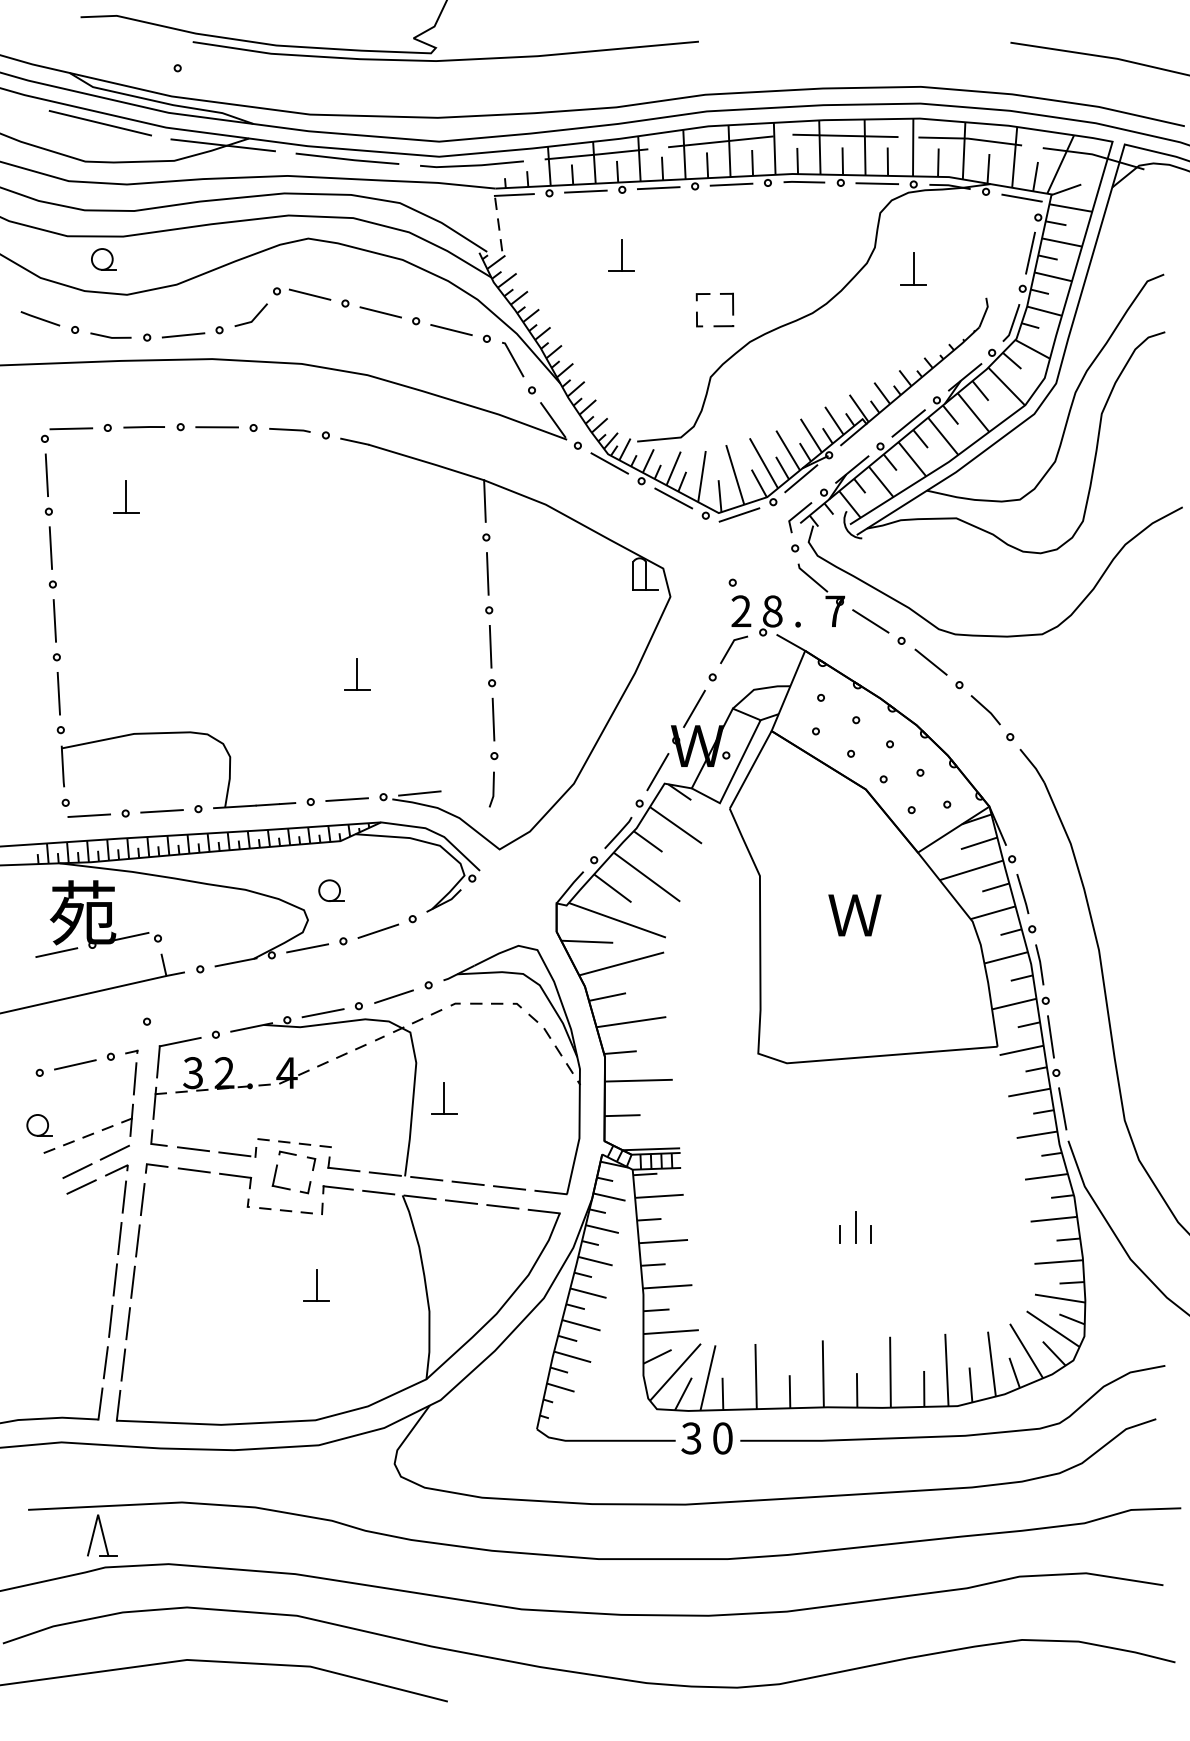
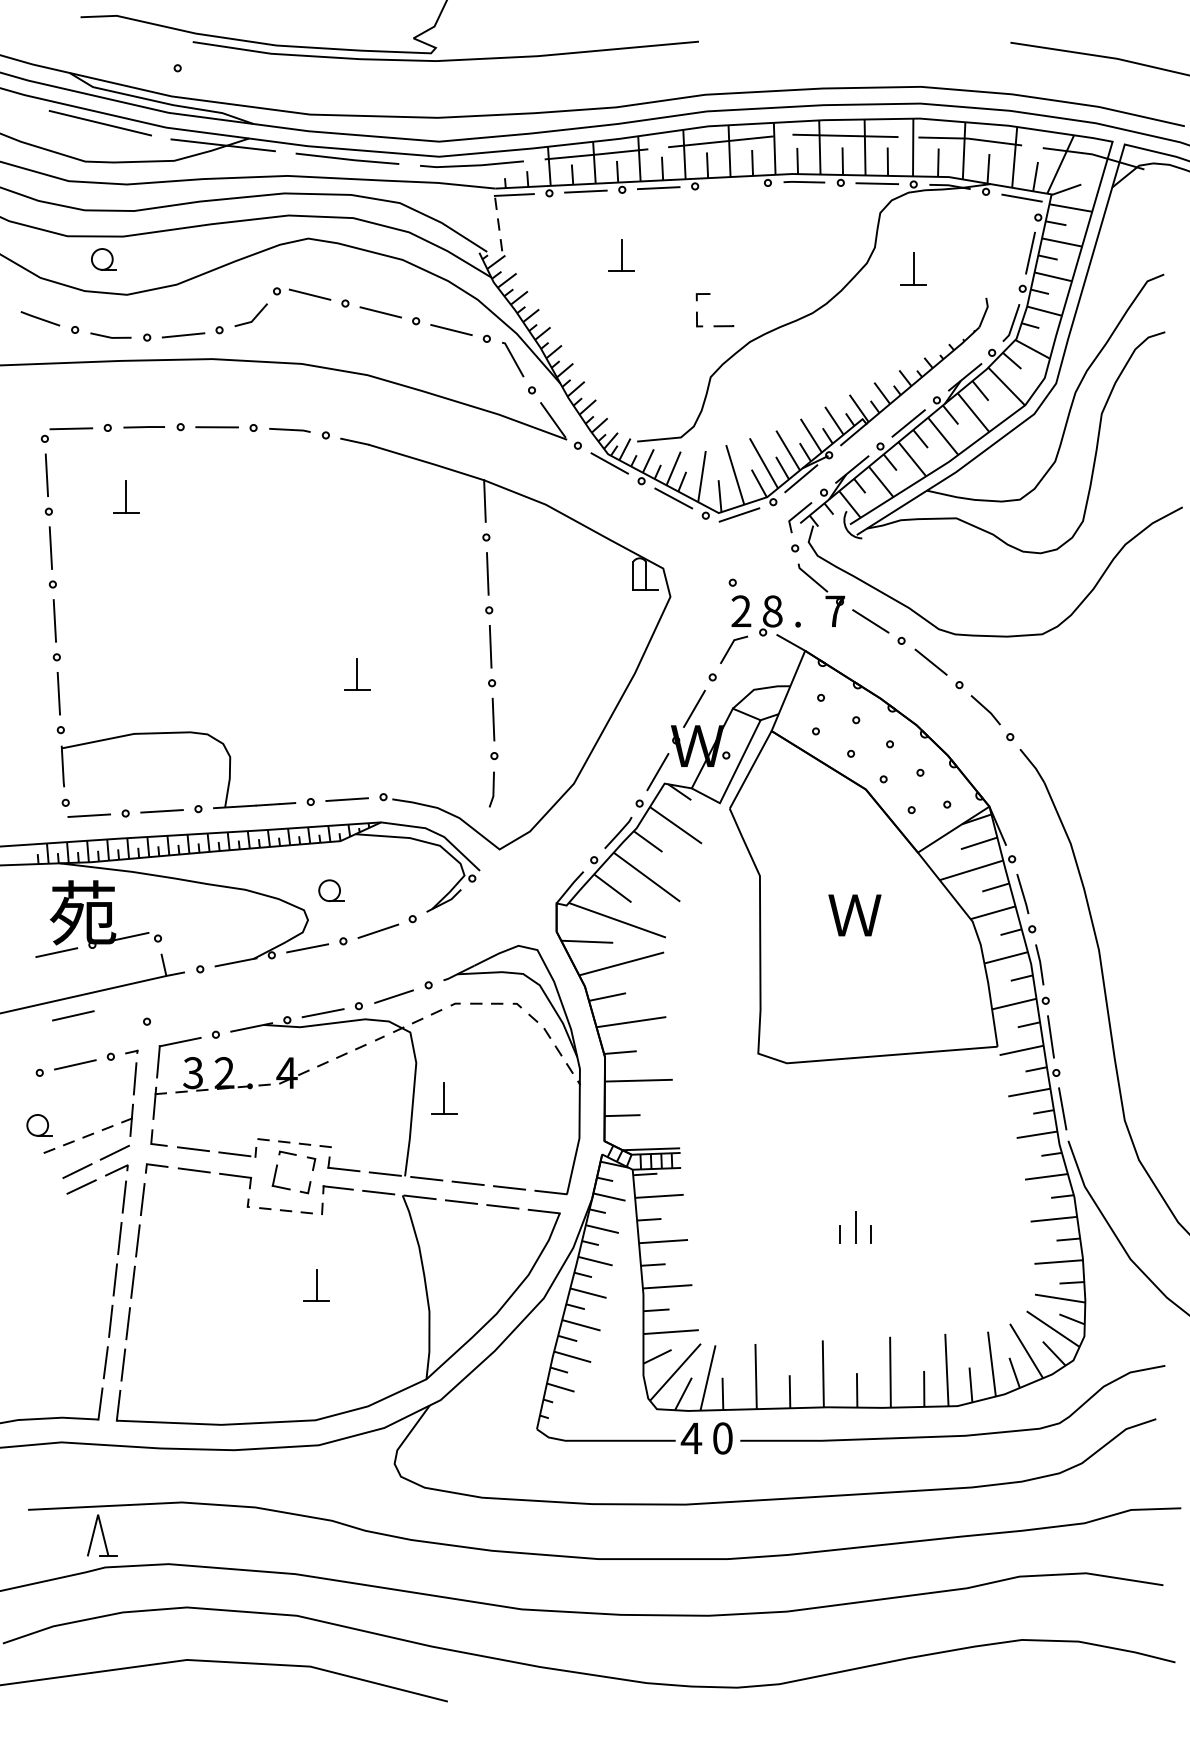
line at (731, 184): present -> none
part at (727, 303): present -> none
line at (419, 793): present -> none
line at (73, 1015): none -> present
text at (691, 1438): 3 -> 4
